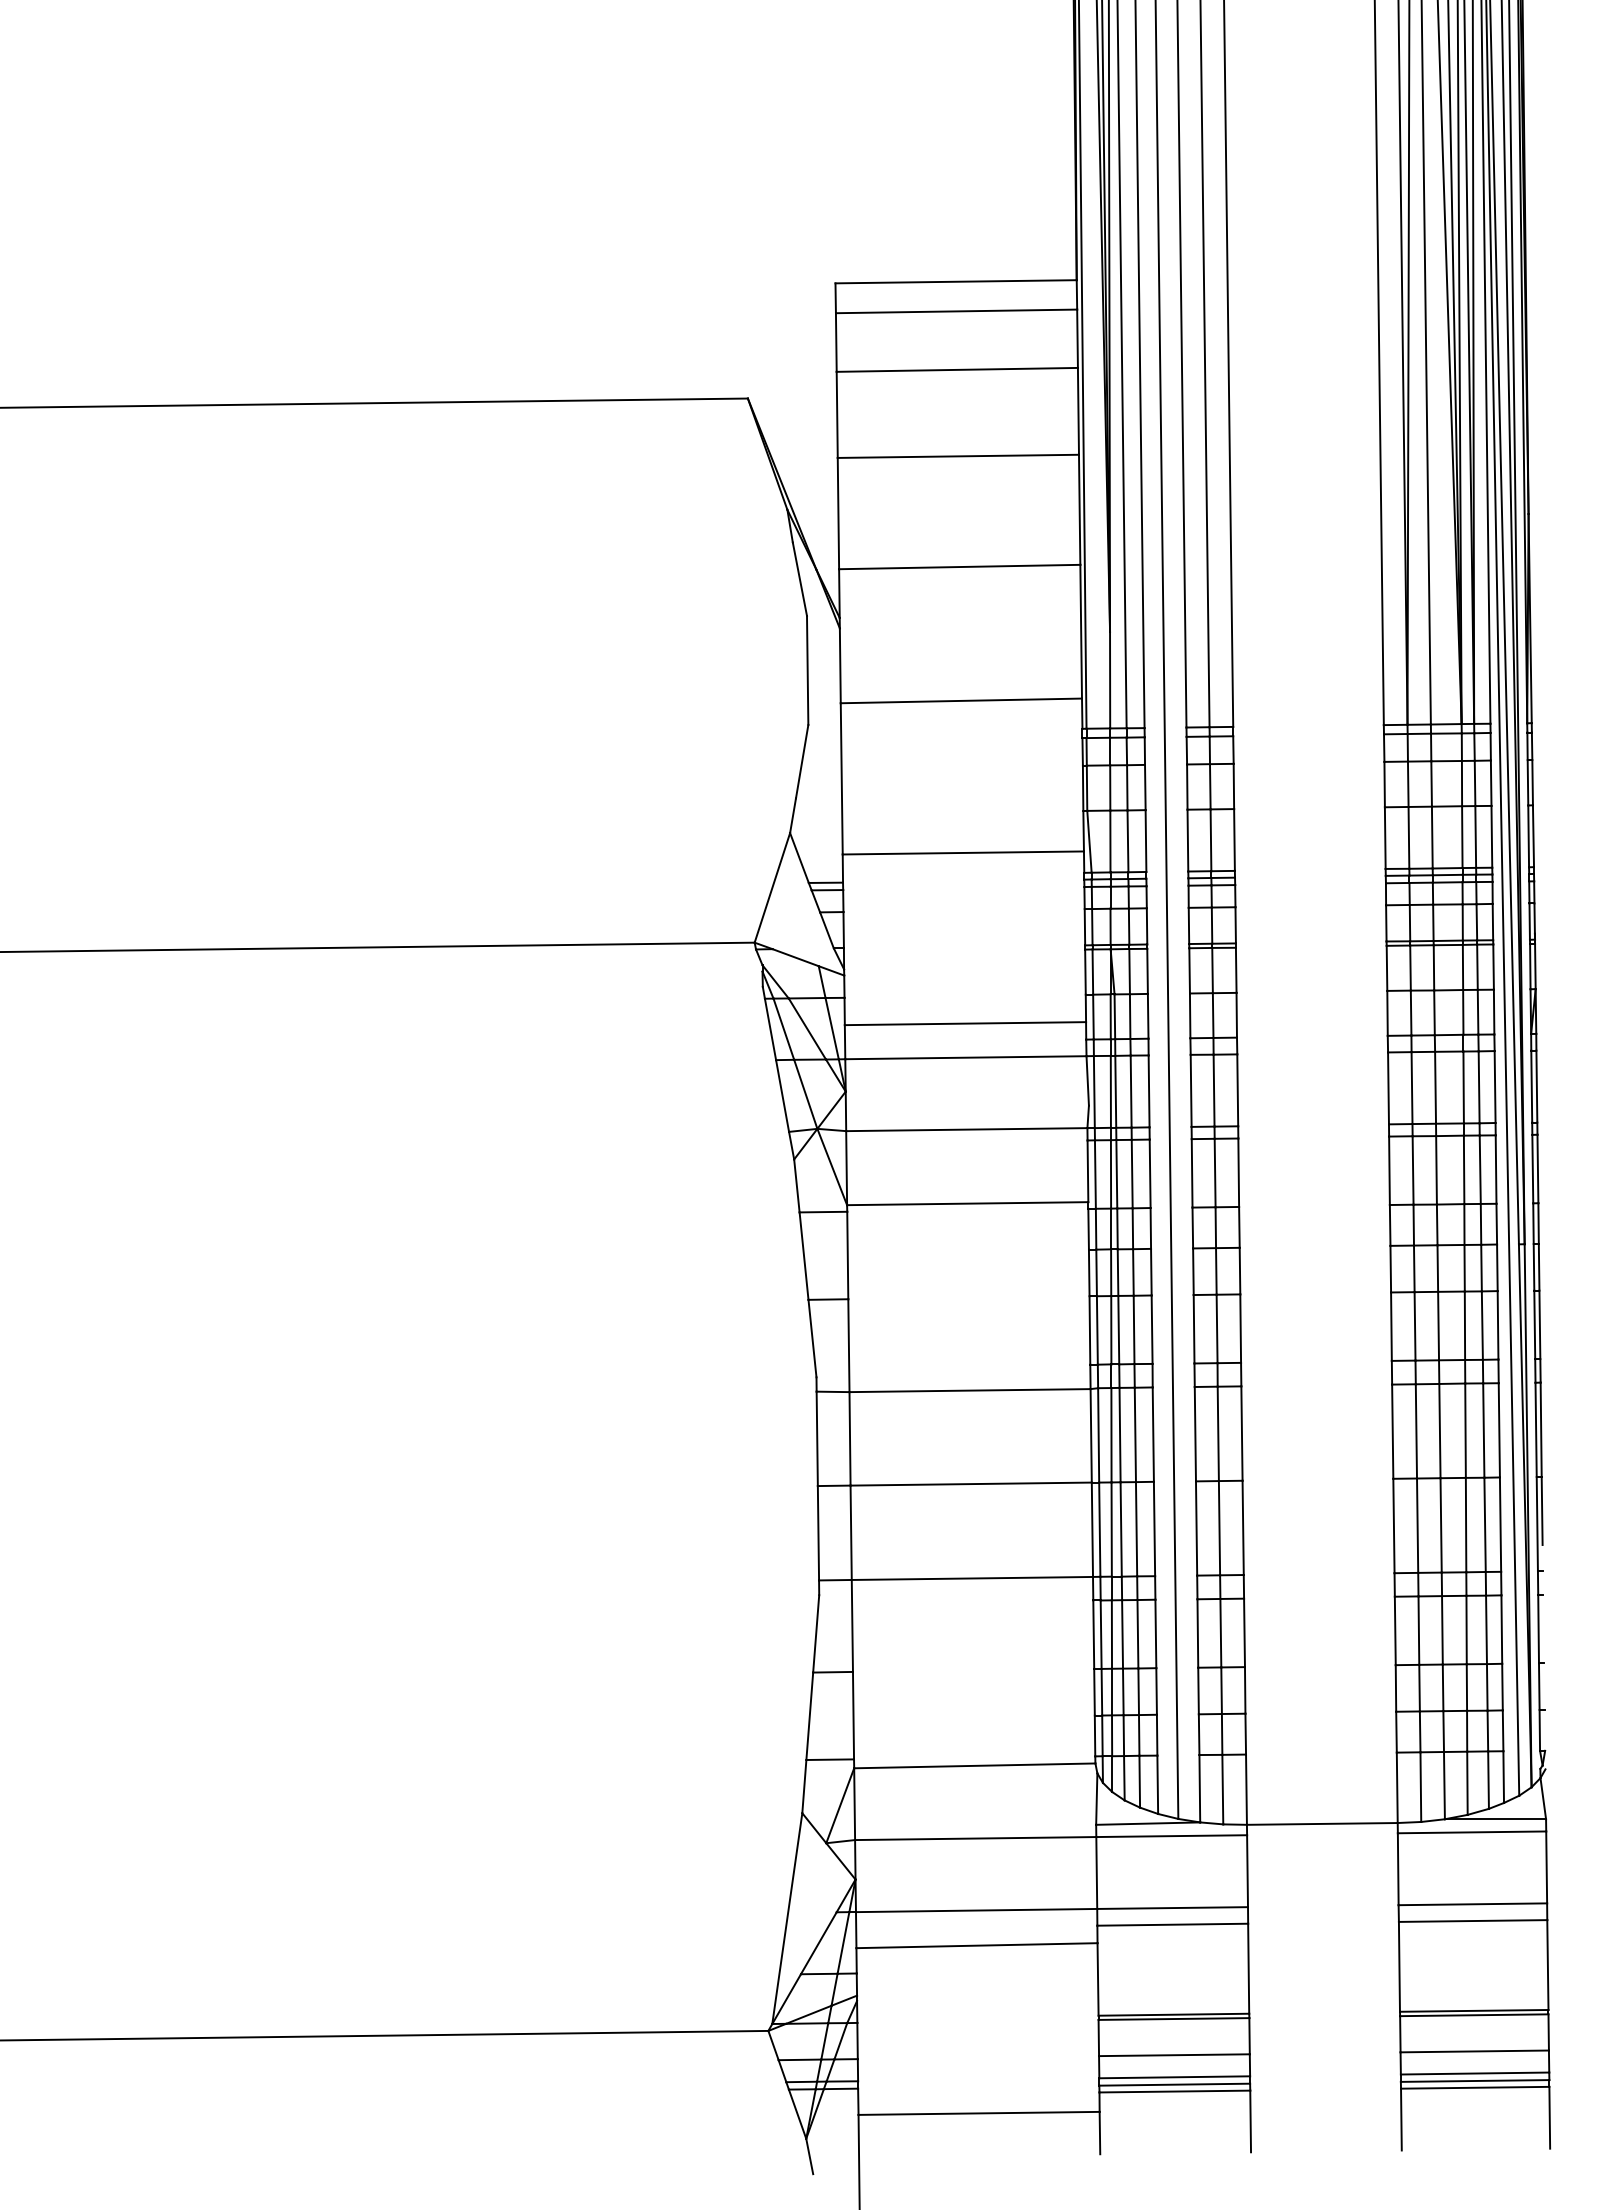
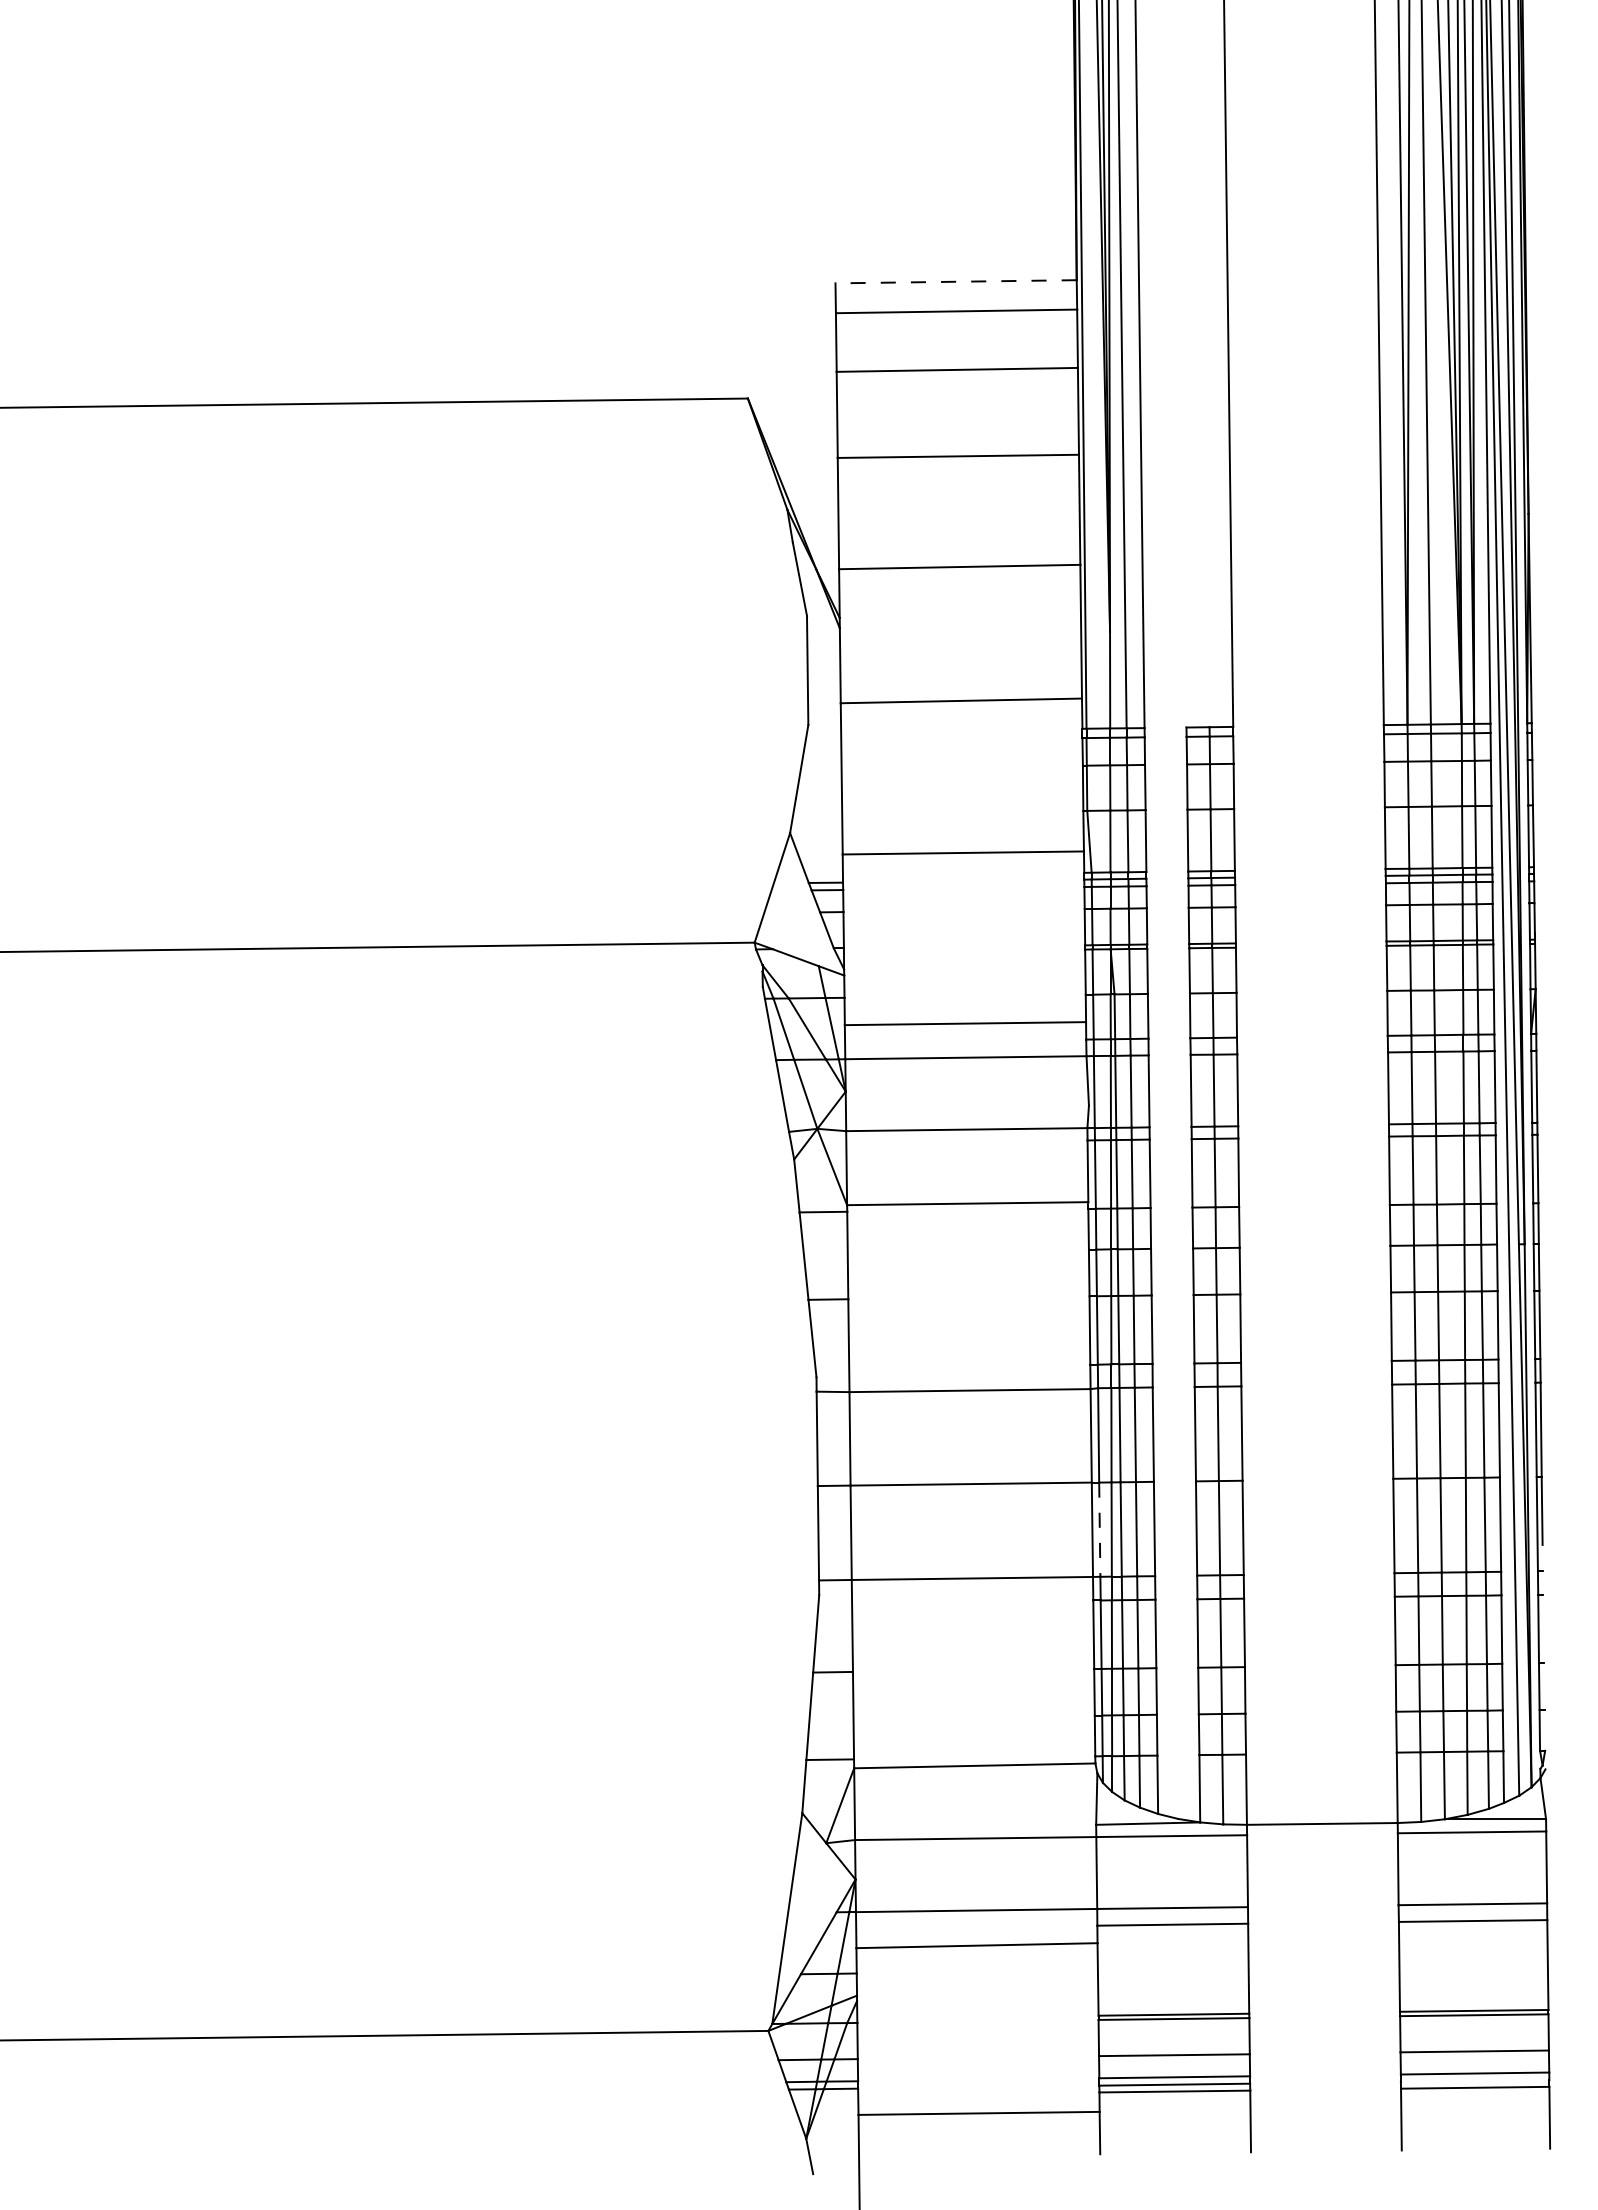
line at (956, 281): solid -> dashed
line at (1181, 364): present -> none
line at (1204, 364): present -> none
line at (1166, 910): present -> none
line at (1099, 1530): solid -> dashed
line at (1474, 2080): present -> none
